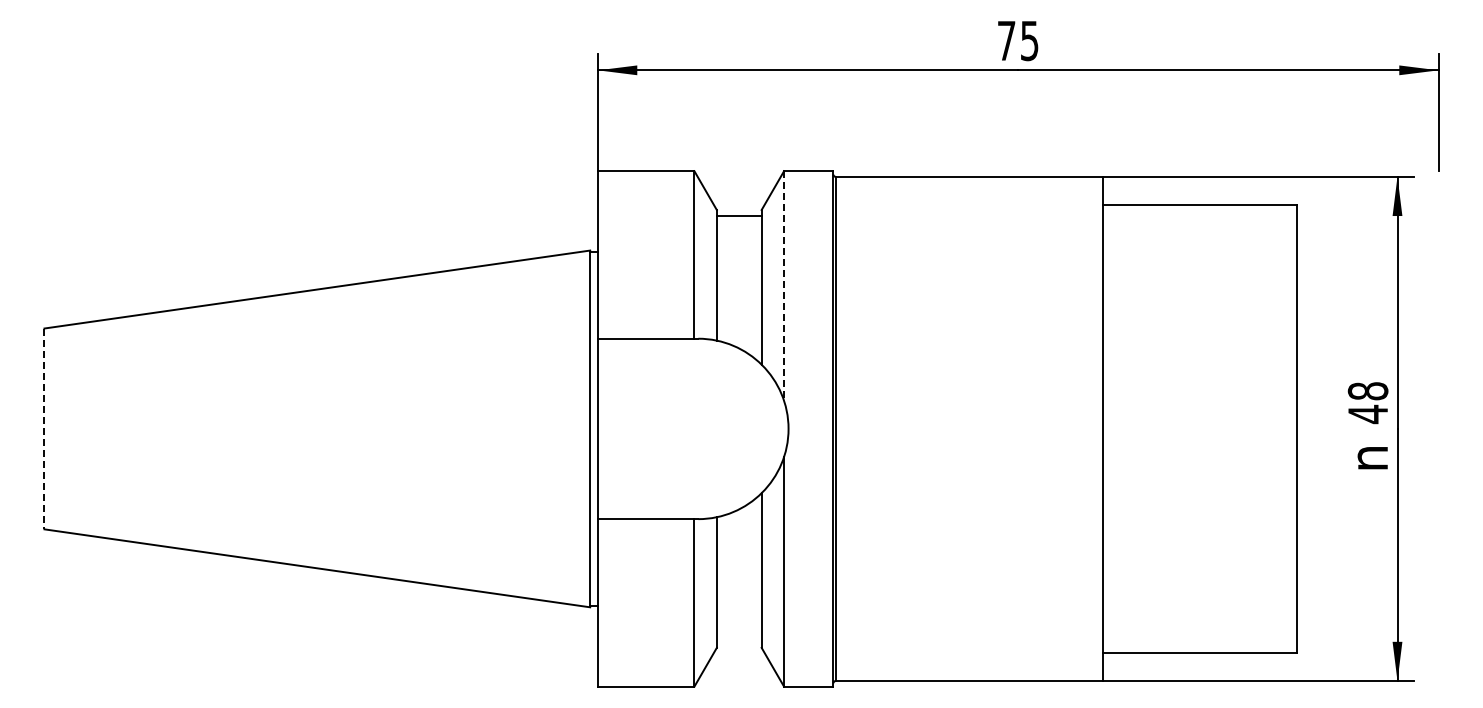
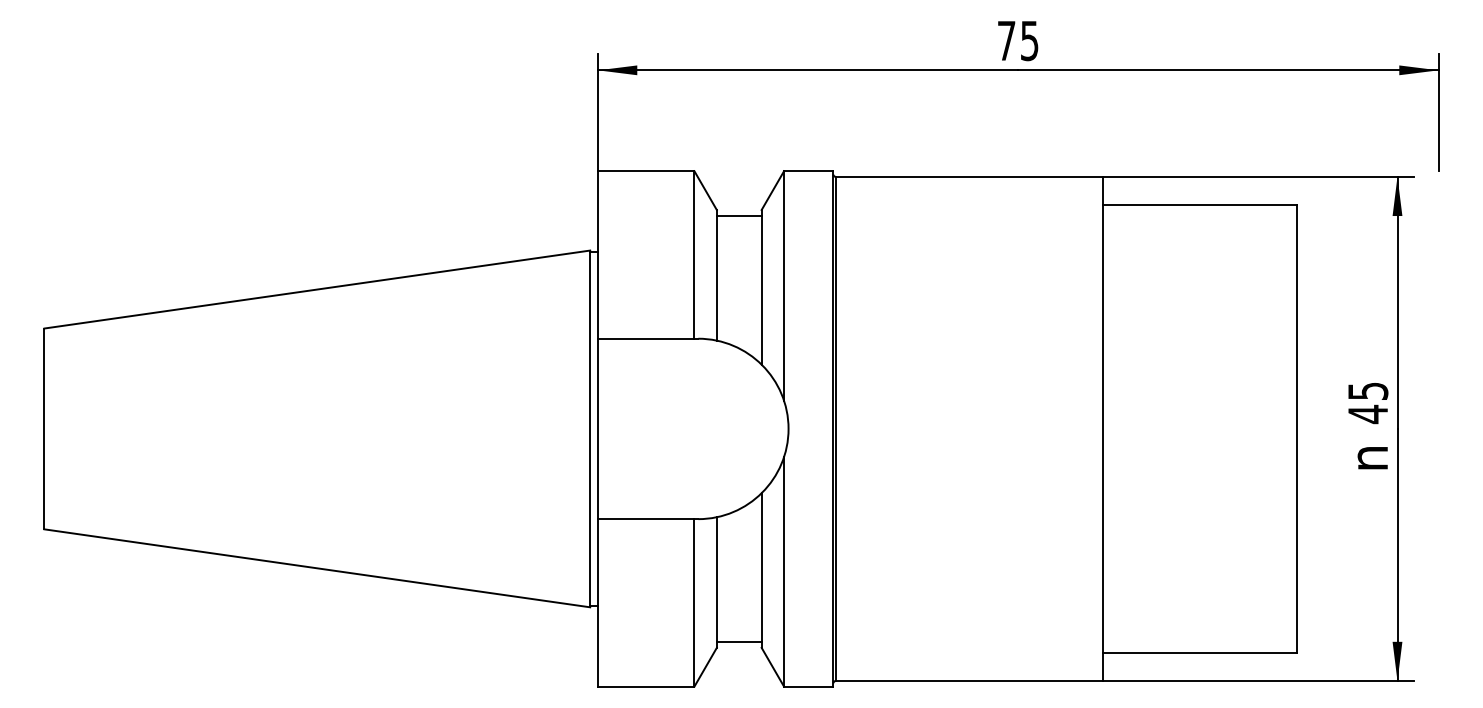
line at (784, 286): dashed -> solid
text at (1367, 391): 48 -> 45
line at (44, 429): dashed -> solid
line at (738, 641): none -> present
